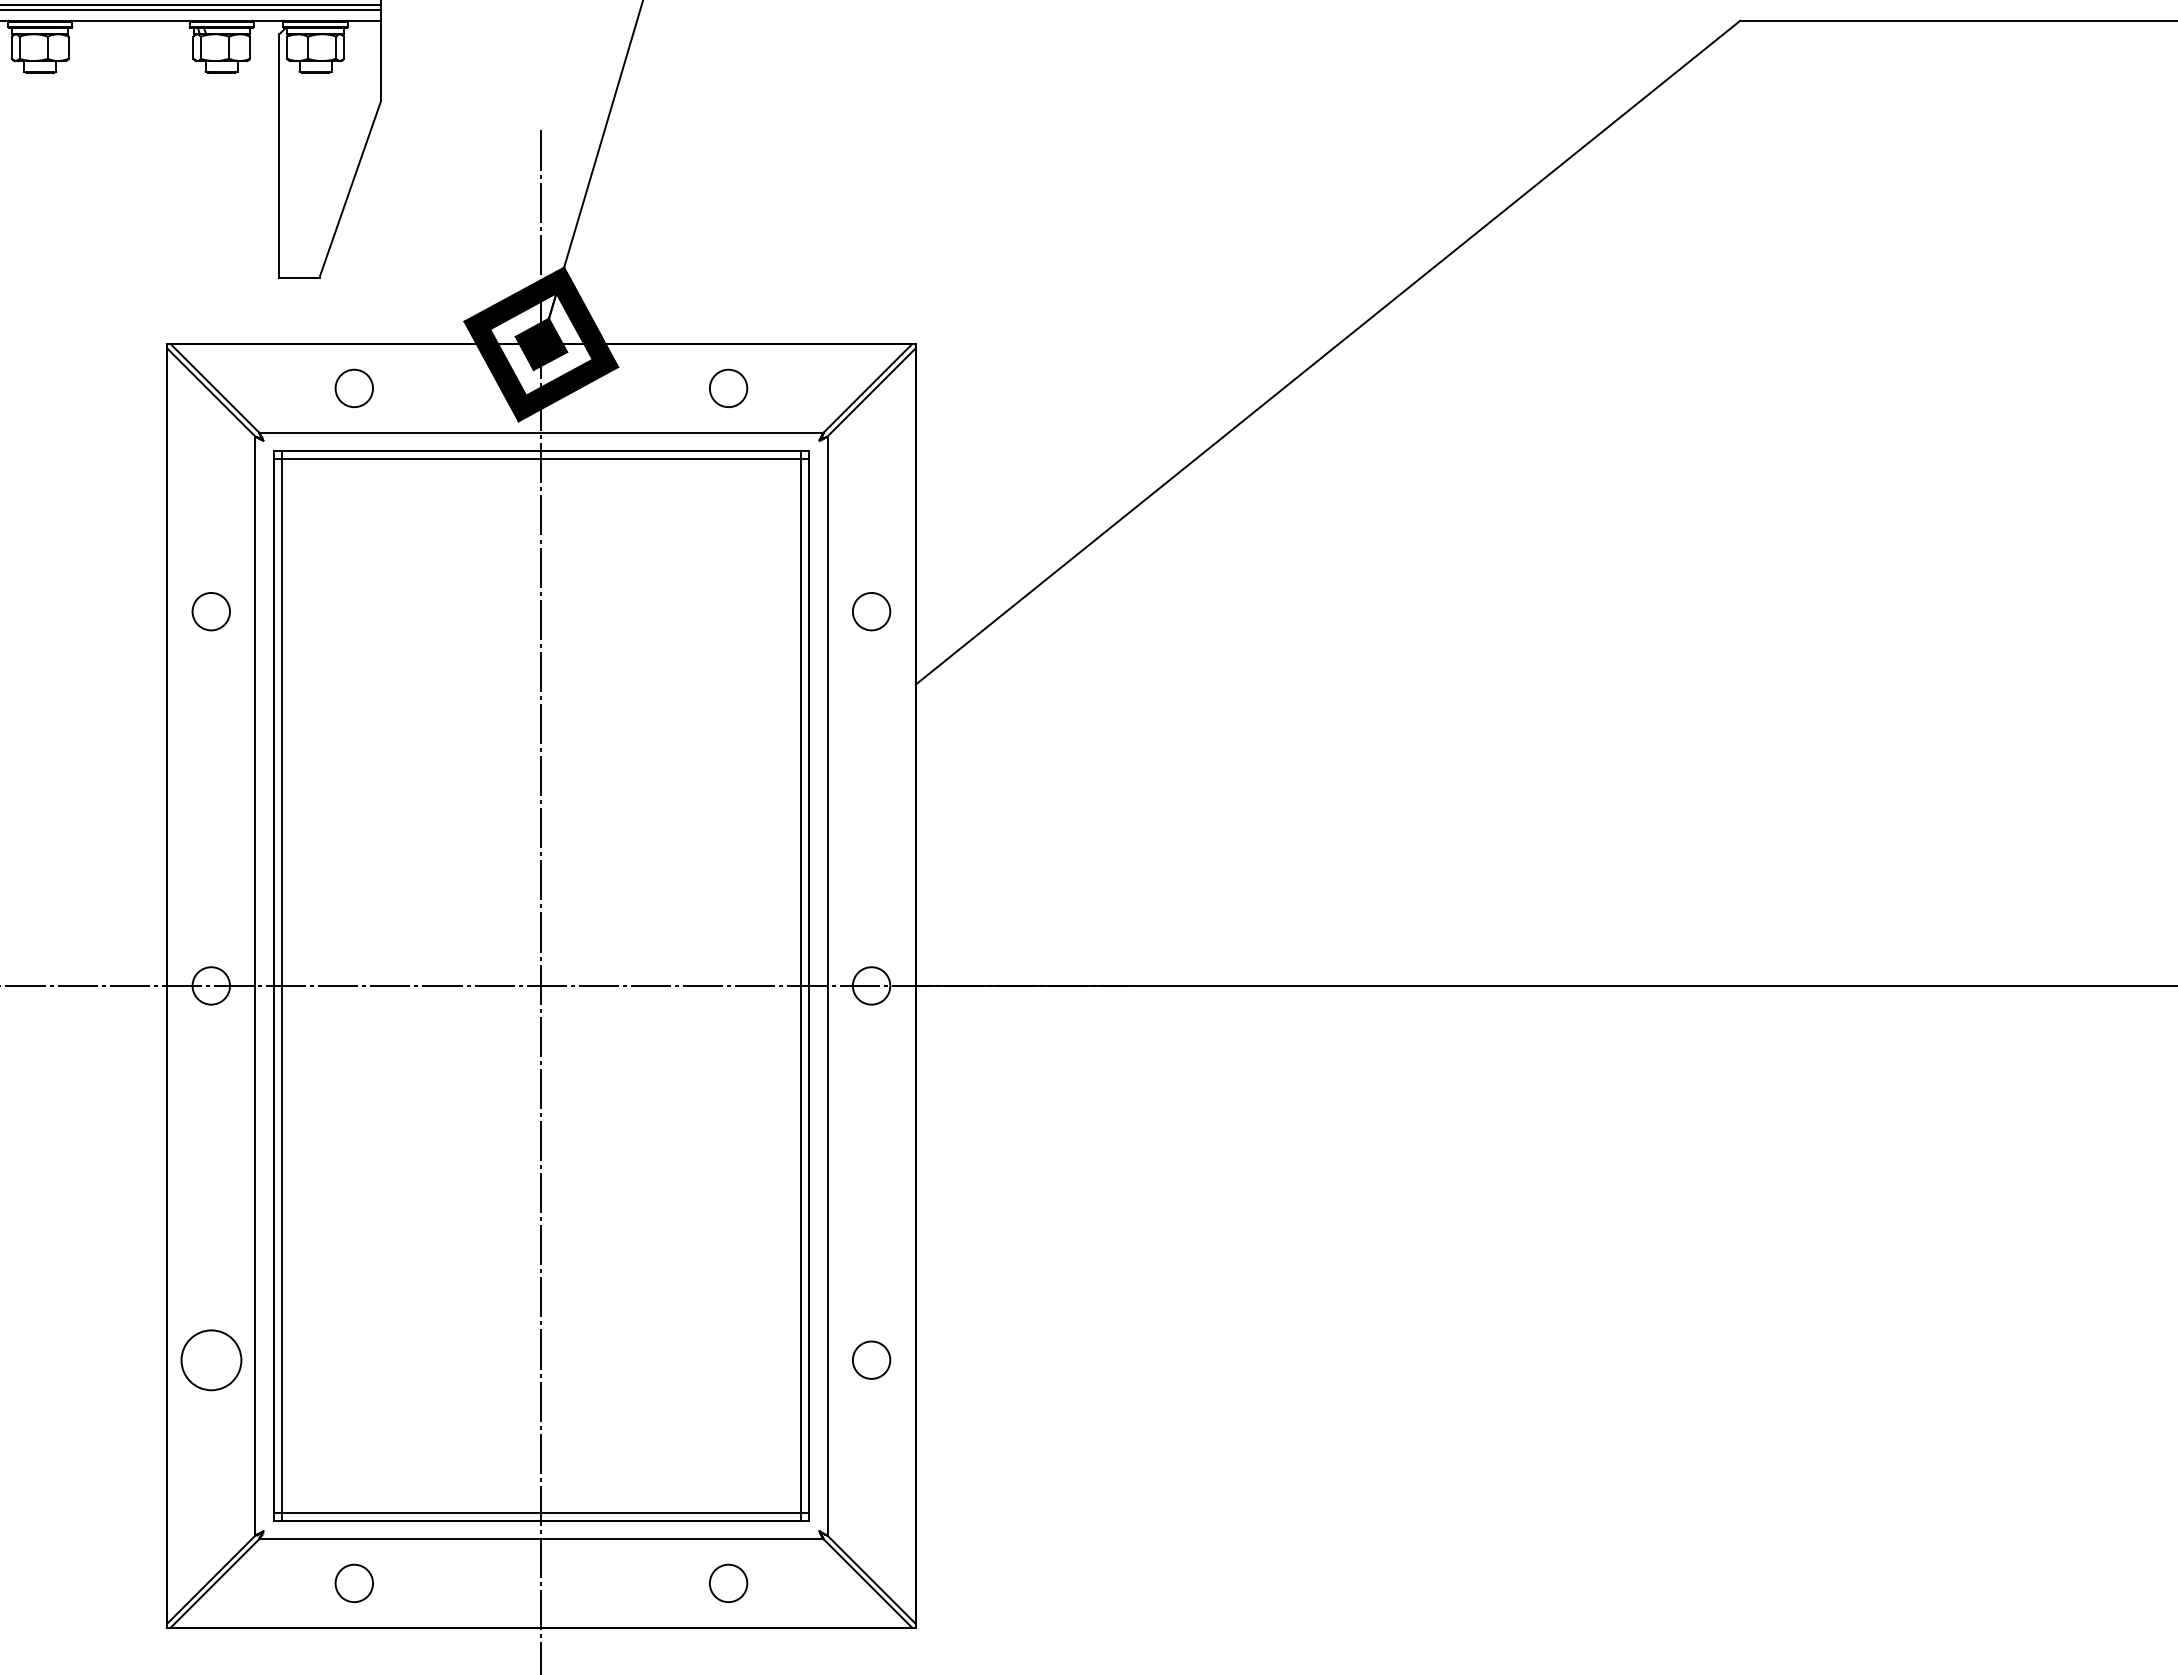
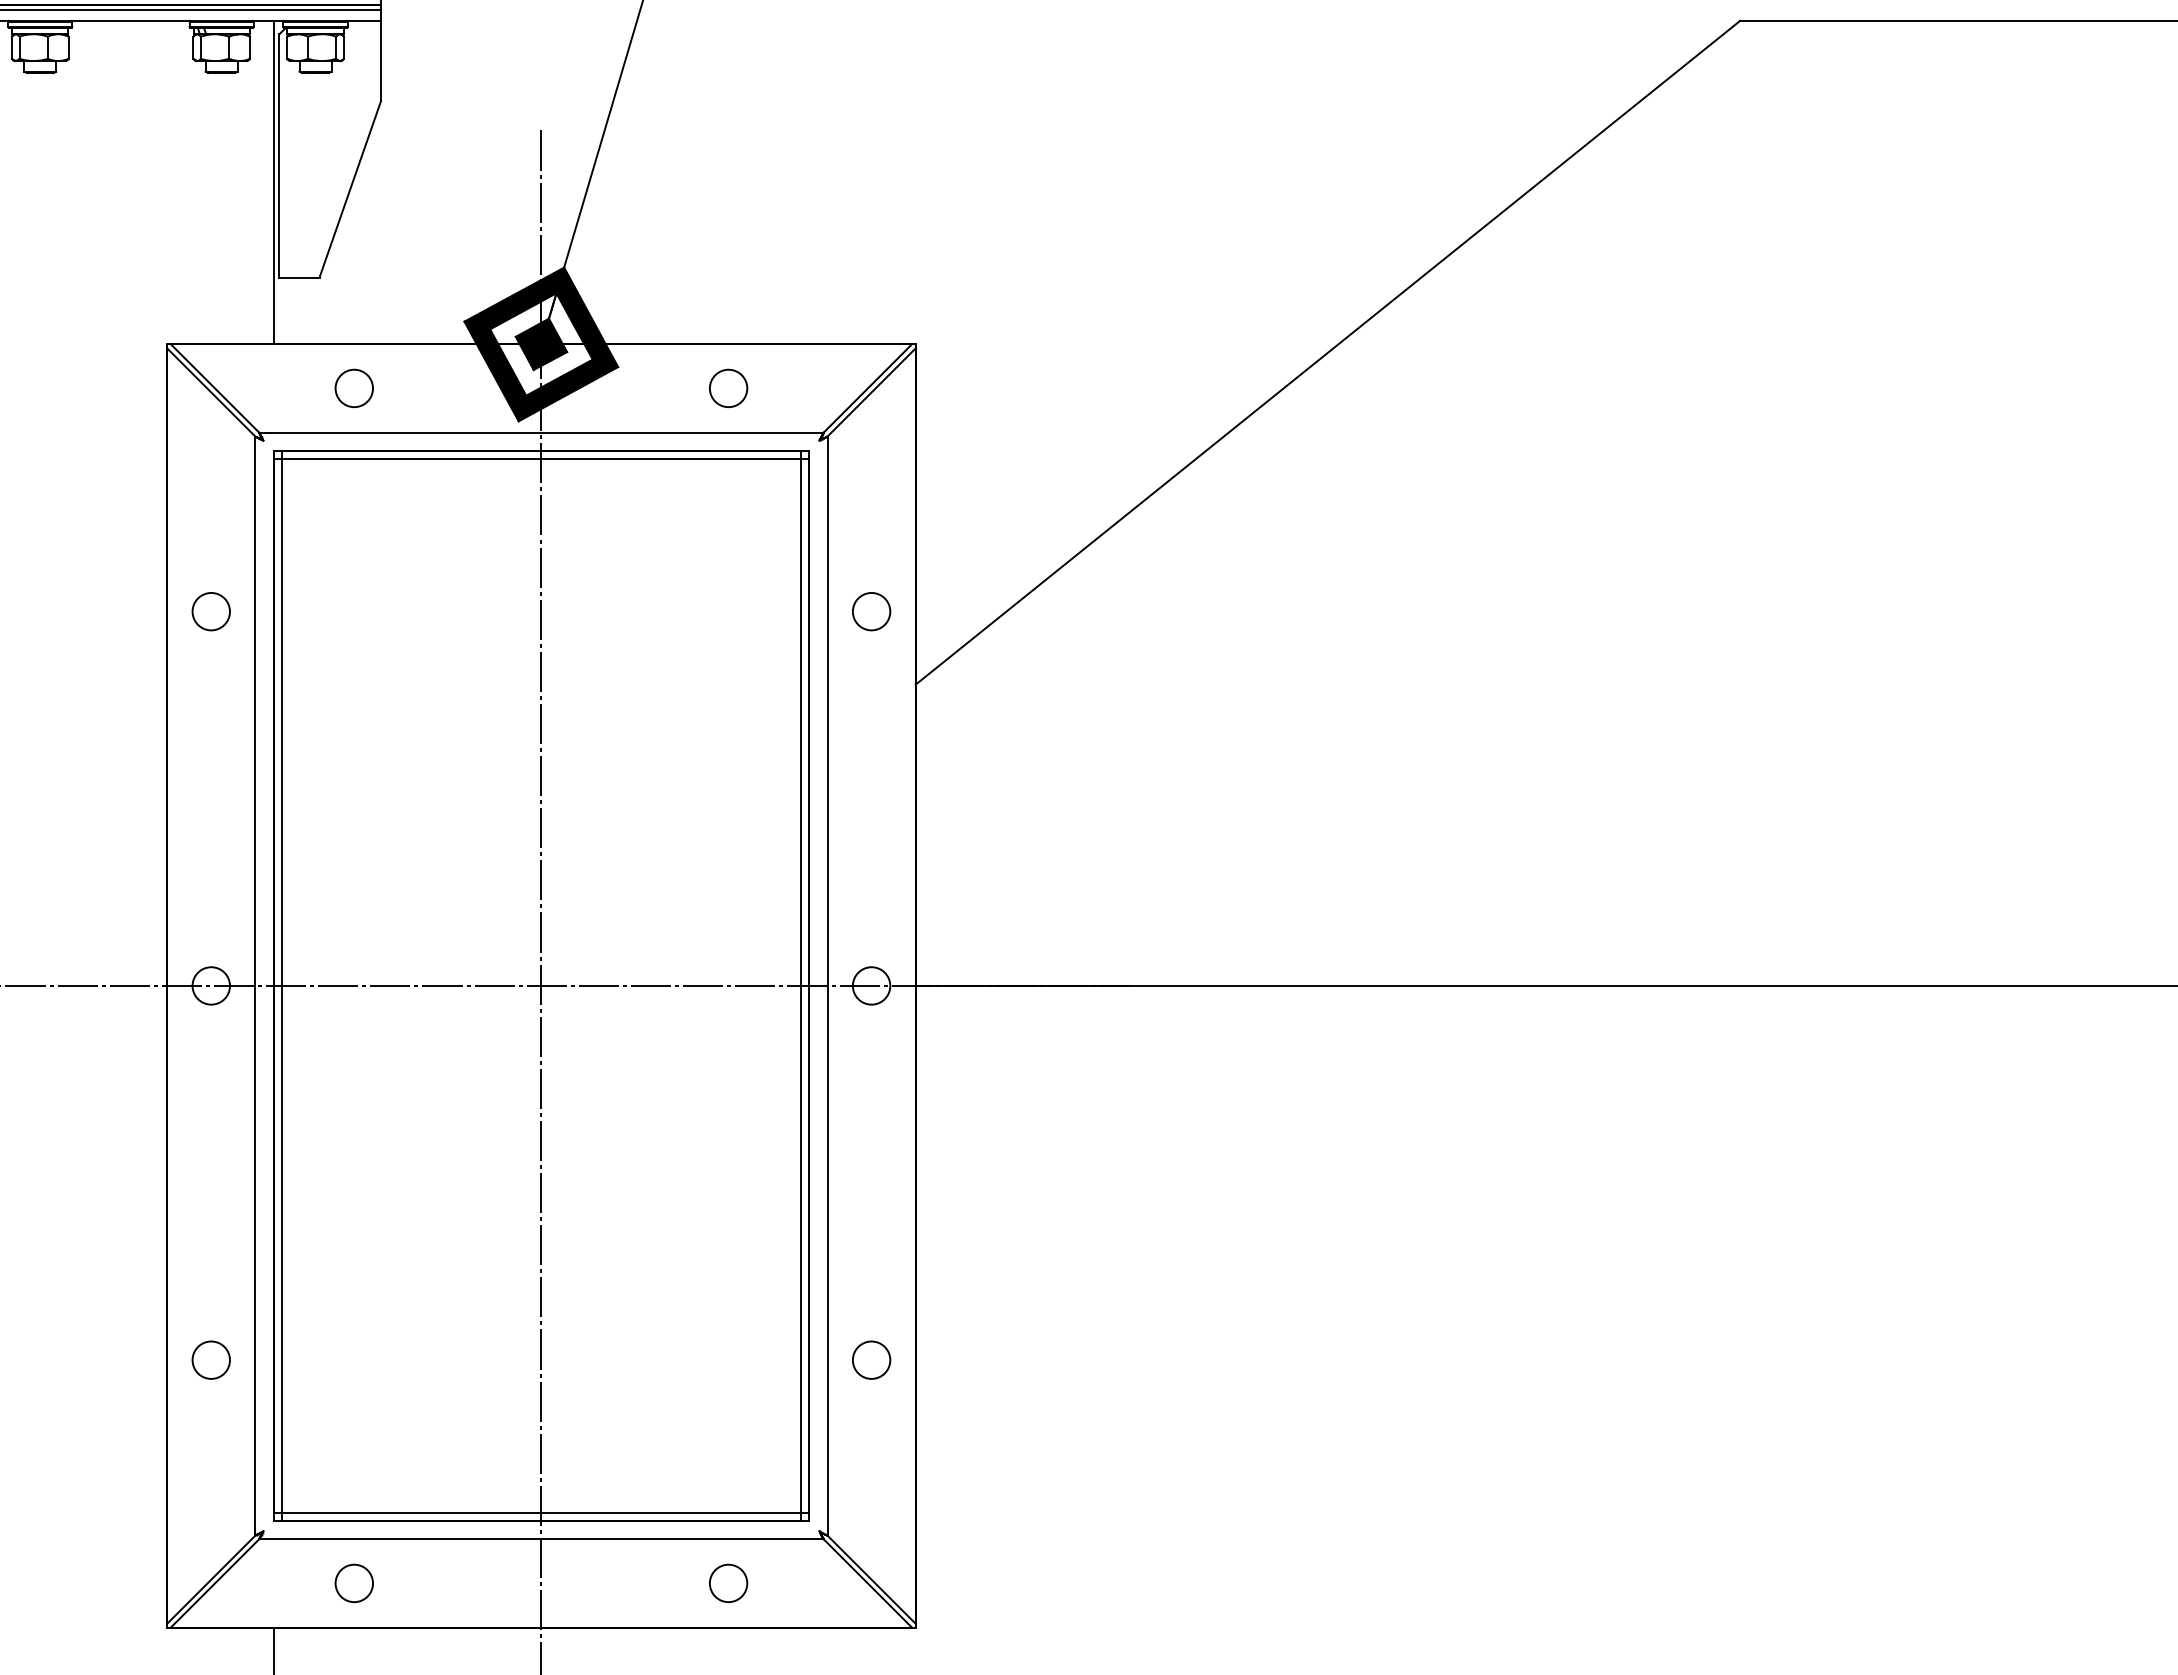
line at (274, 182): none -> present
circle at (211, 1360) size: 63x63 px -> 40x40 px
line at (274, 1649): none -> present
